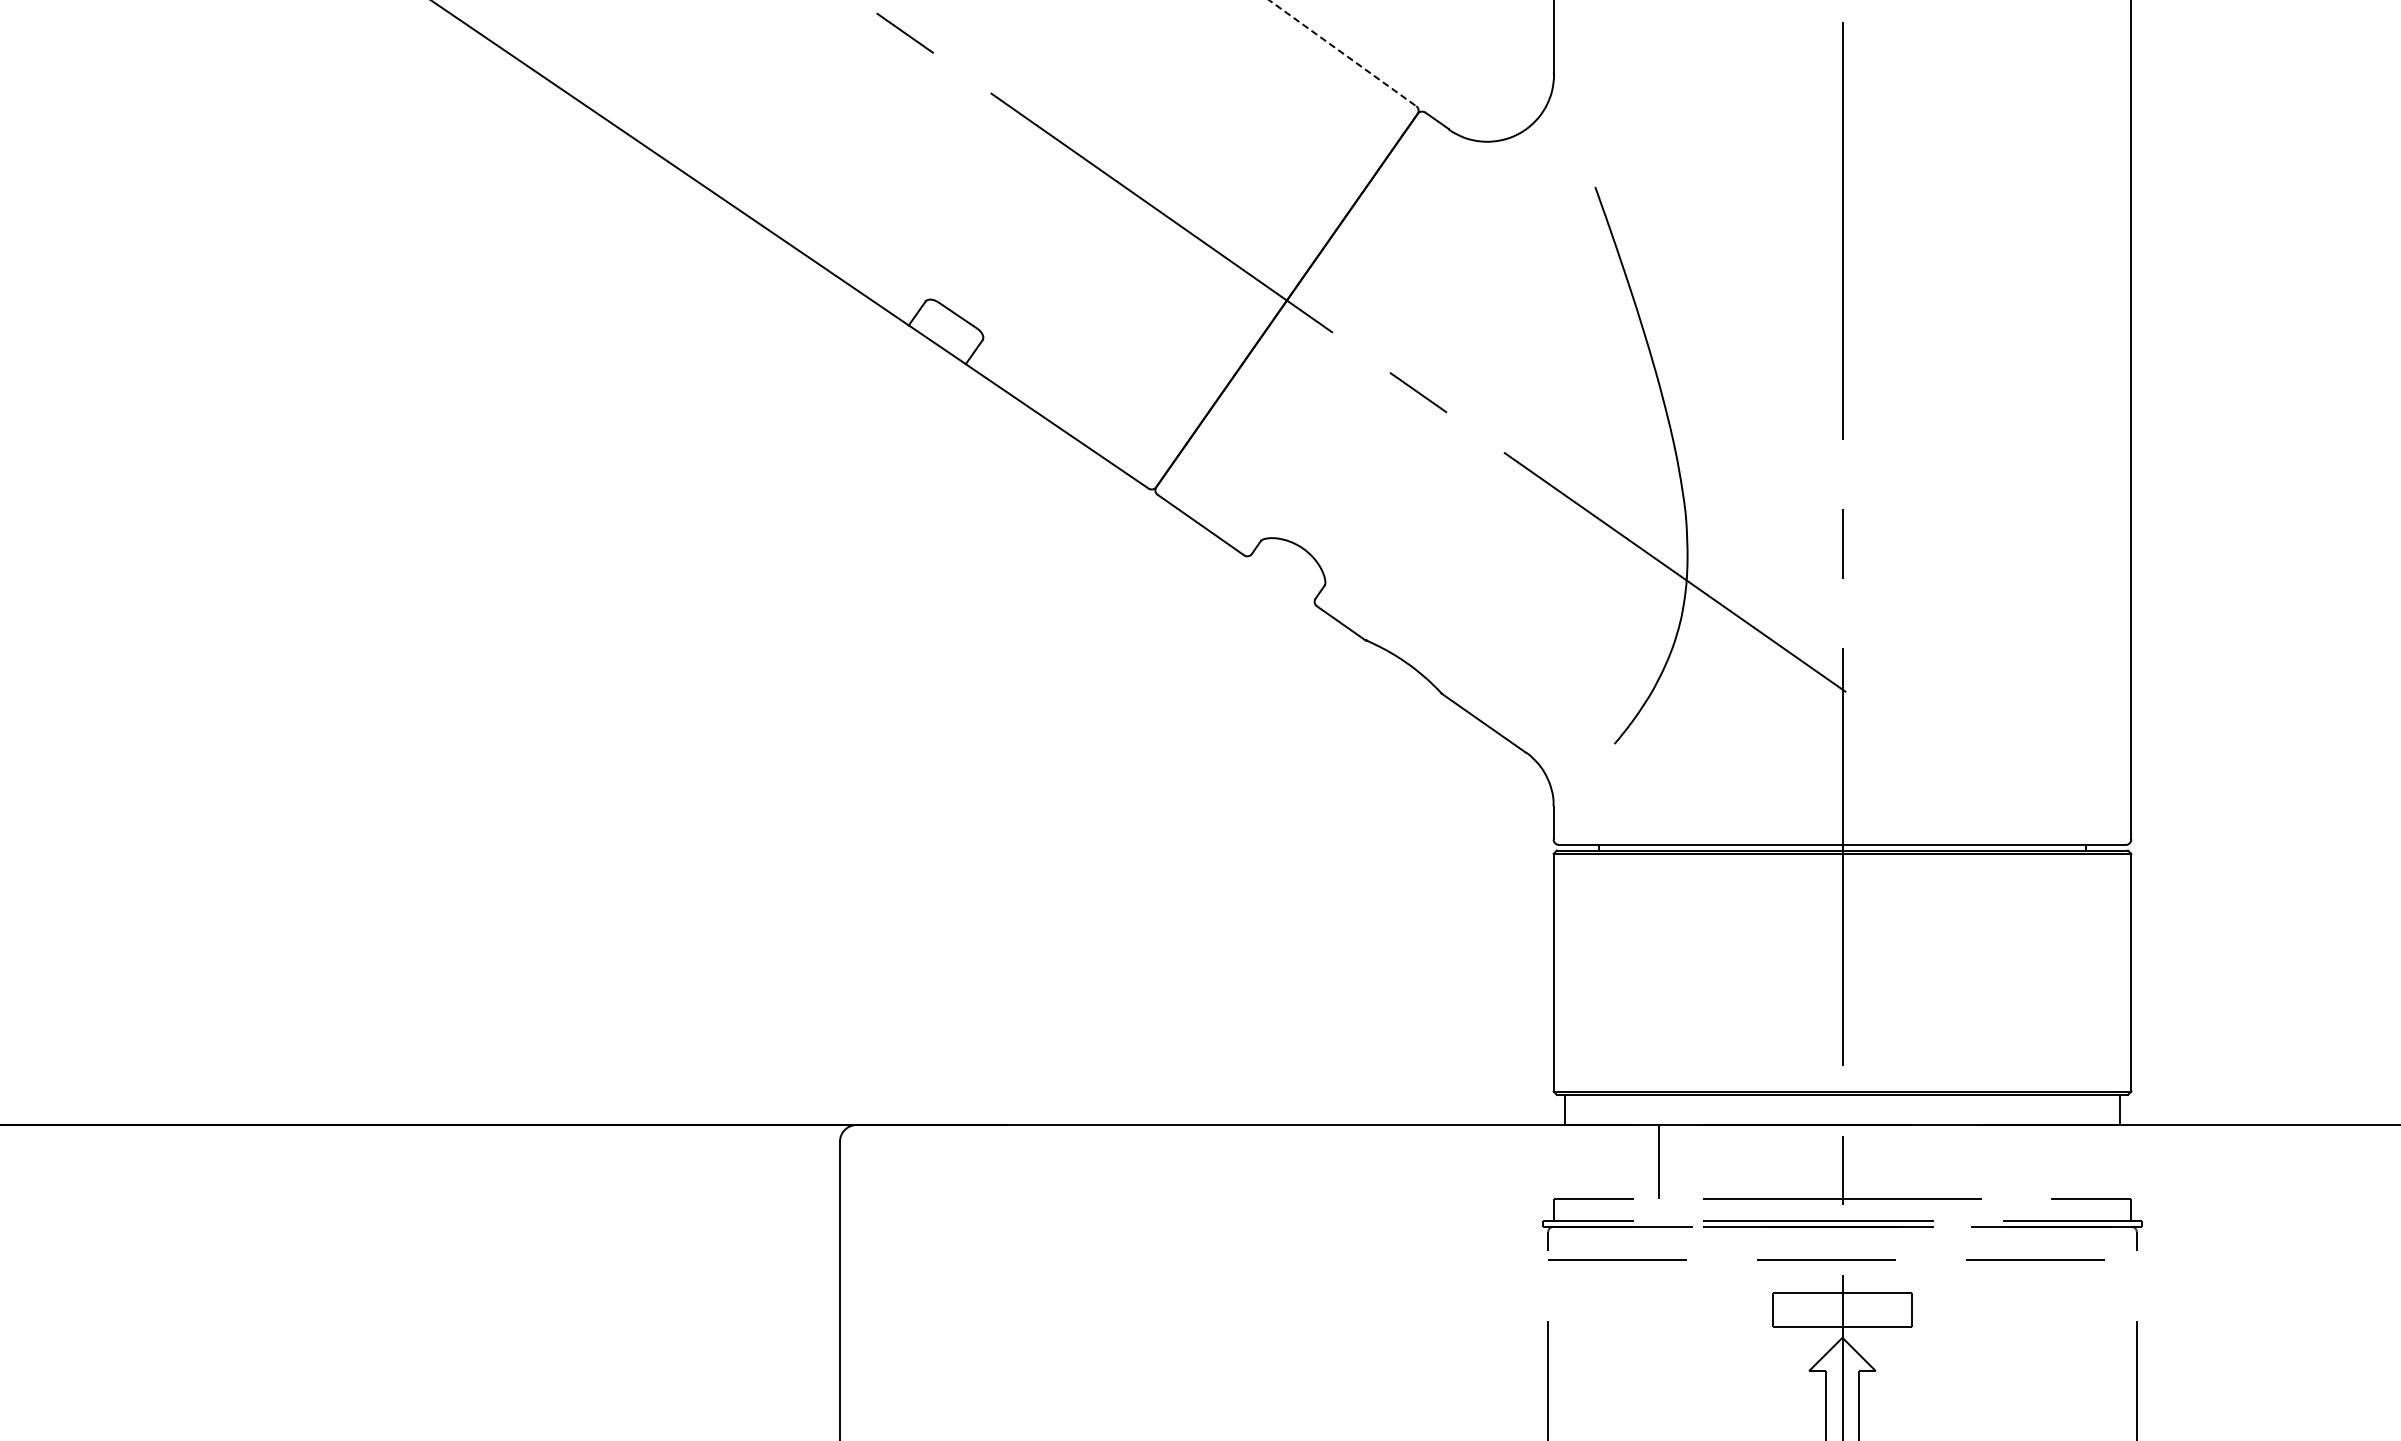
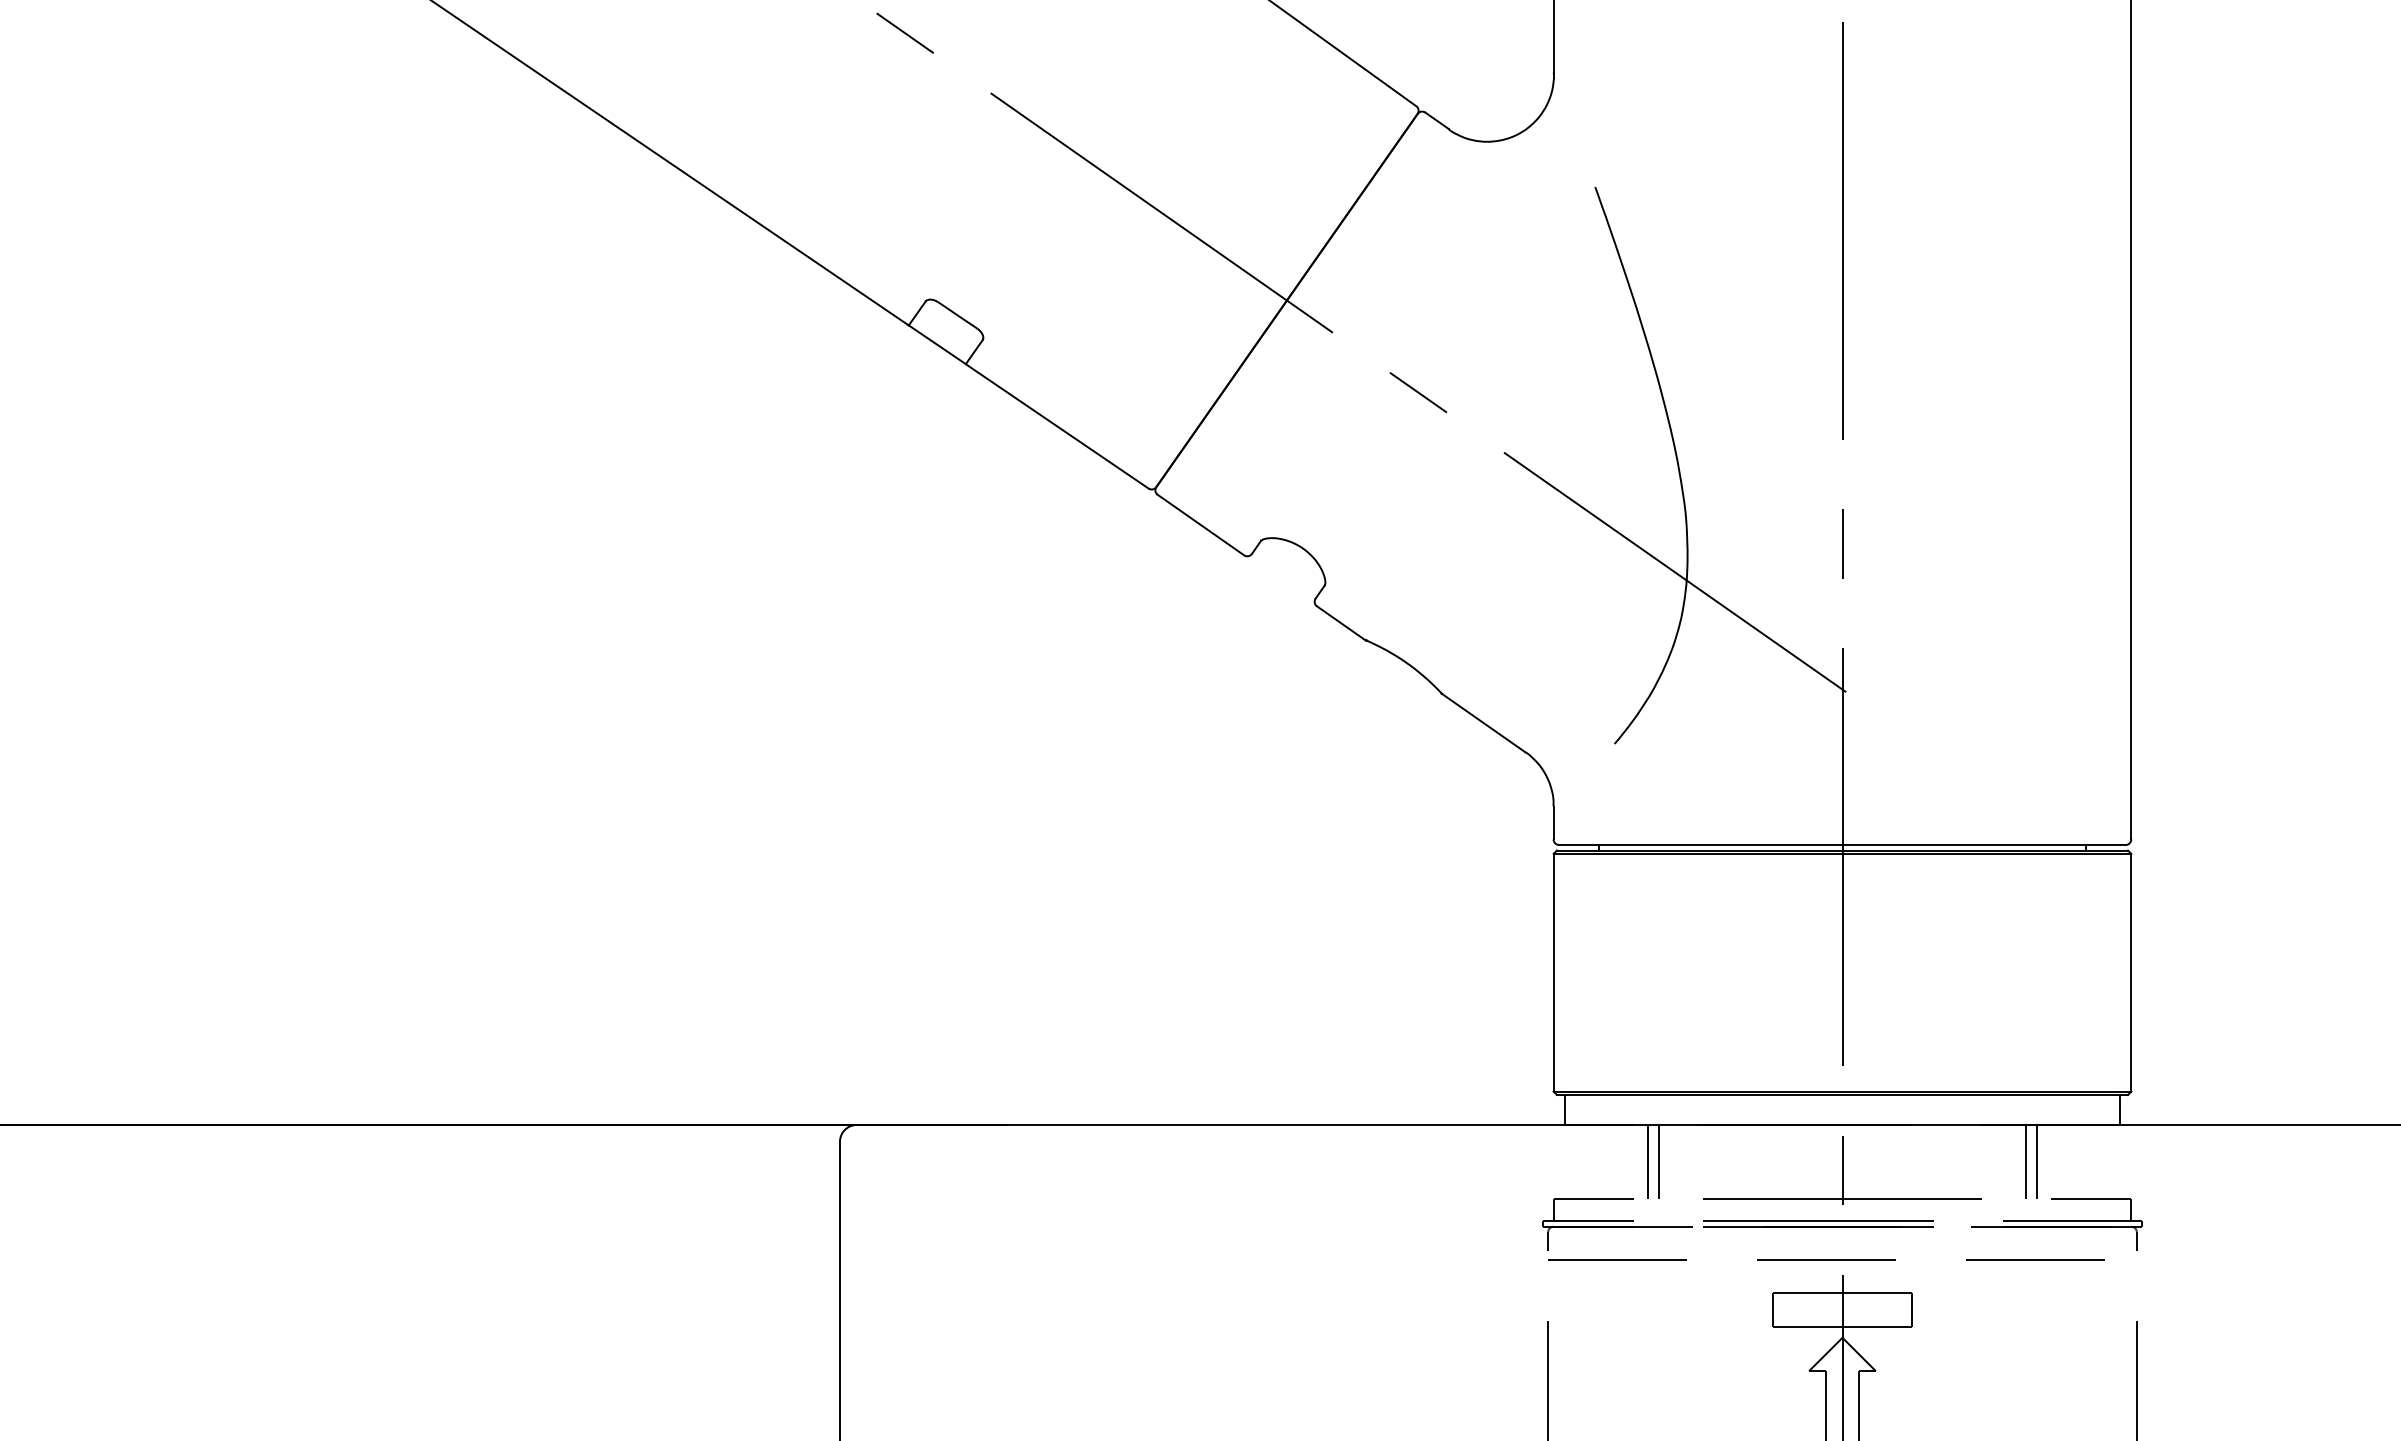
line at (1342, 53): dashed -> solid
line at (1648, 1161): none -> present
line at (2025, 1161): none -> present
line at (2036, 1161): none -> present
